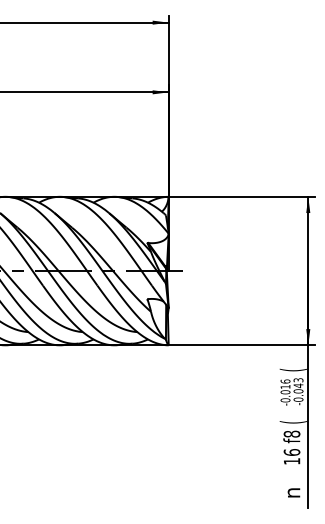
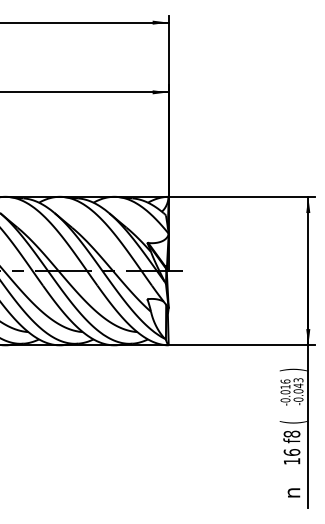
text at (292, 369): ( -> )
